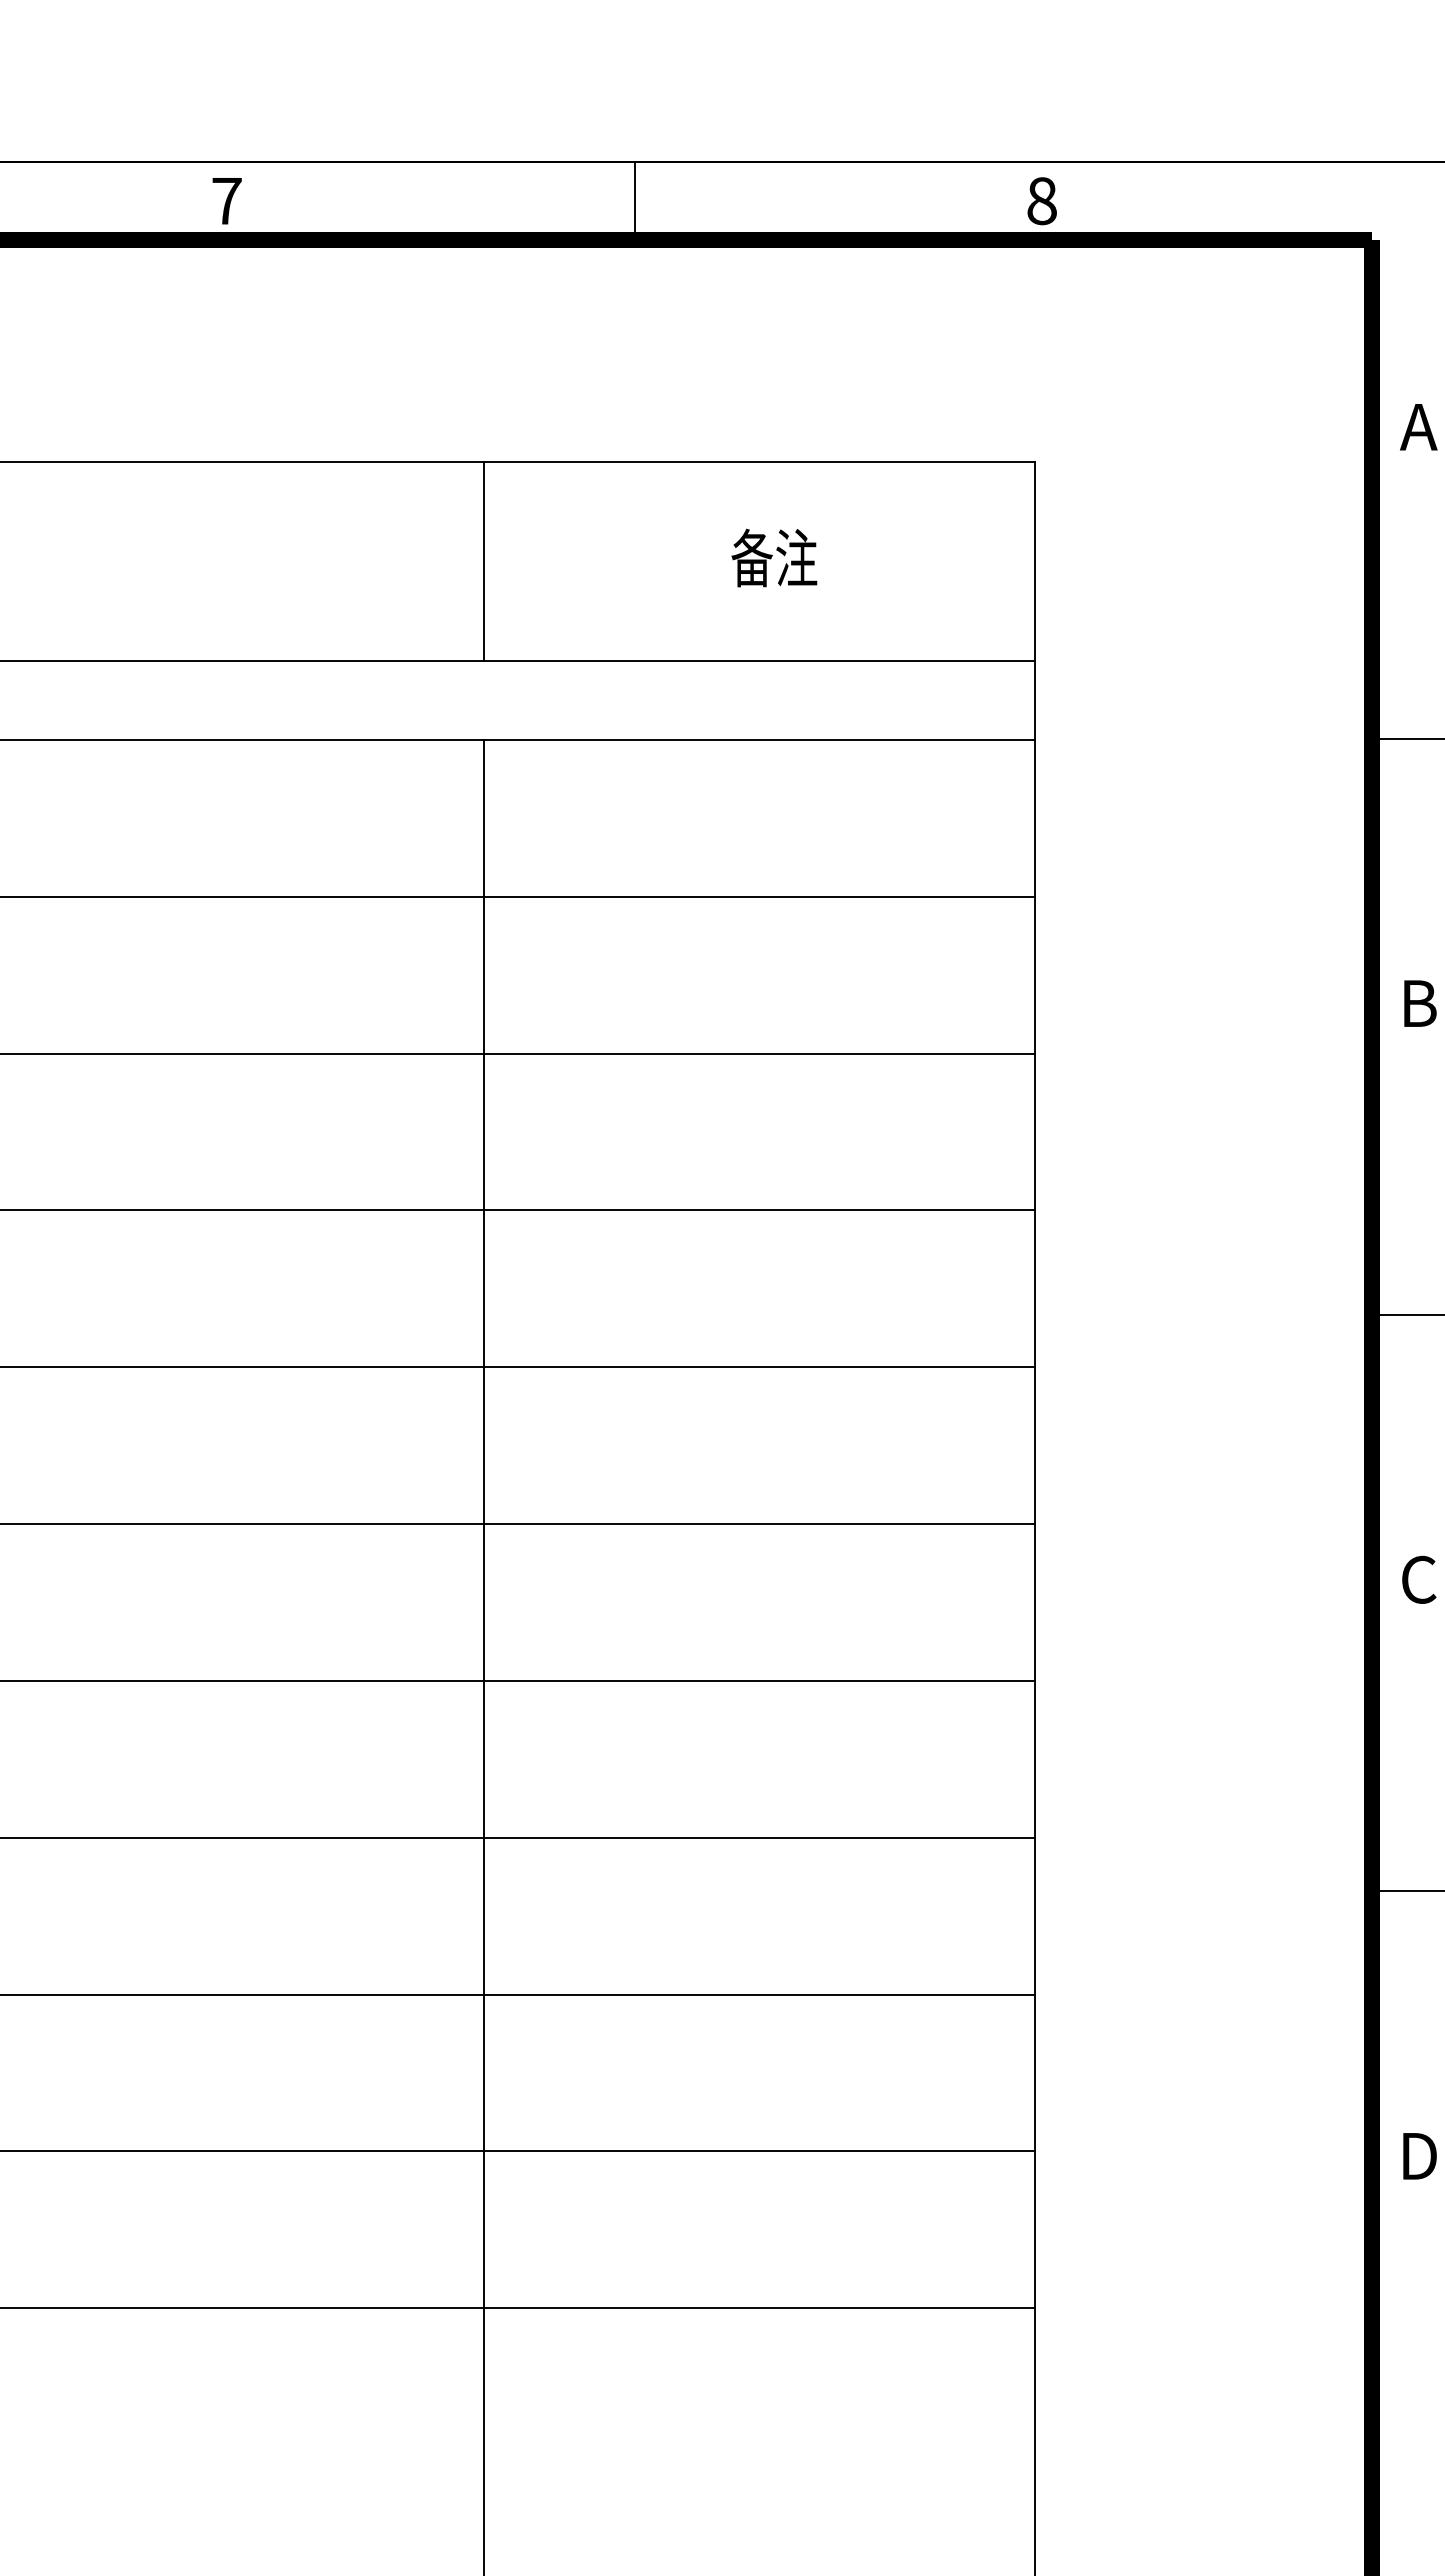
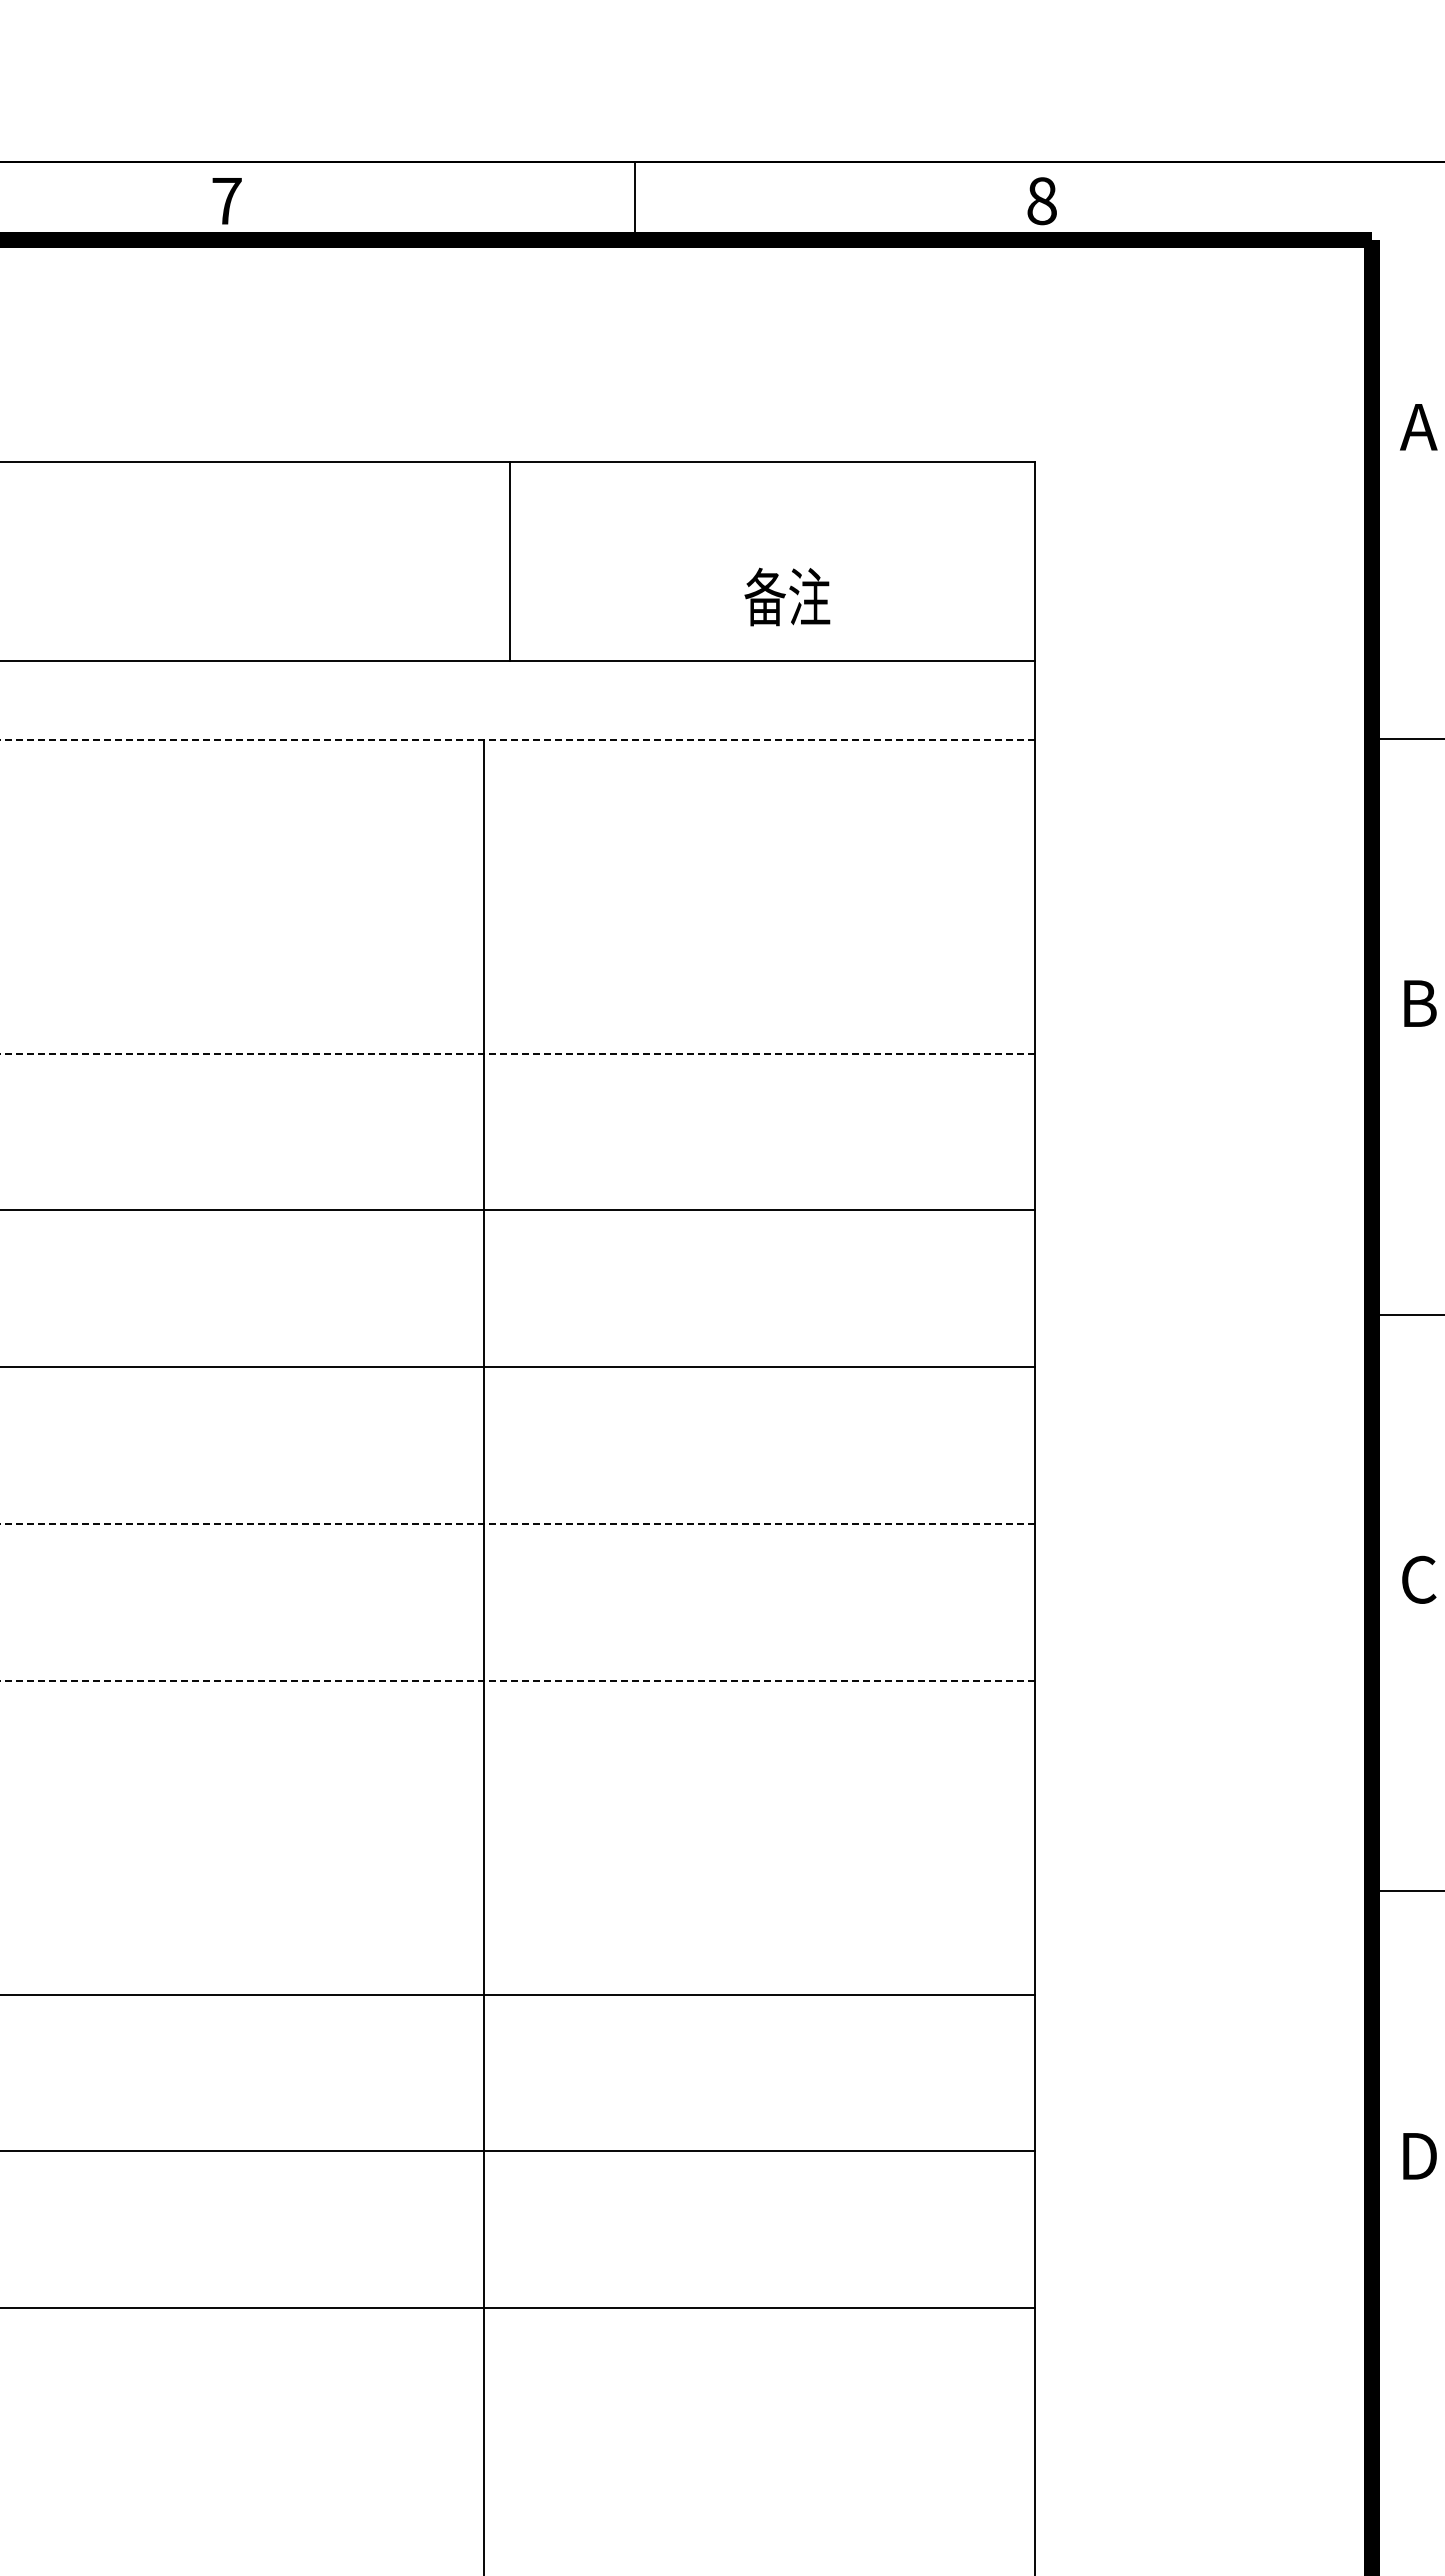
text at (774, 557) position: (774, 557) -> (787, 596)
line at (483, 560) position: (483, 560) -> (509, 560)
line at (517, 739): solid -> dashed
line at (518, 896): present -> none
line at (517, 1053): solid -> dashed
line at (517, 1524): solid -> dashed
line at (517, 1680): solid -> dashed
line at (518, 1837): present -> none
